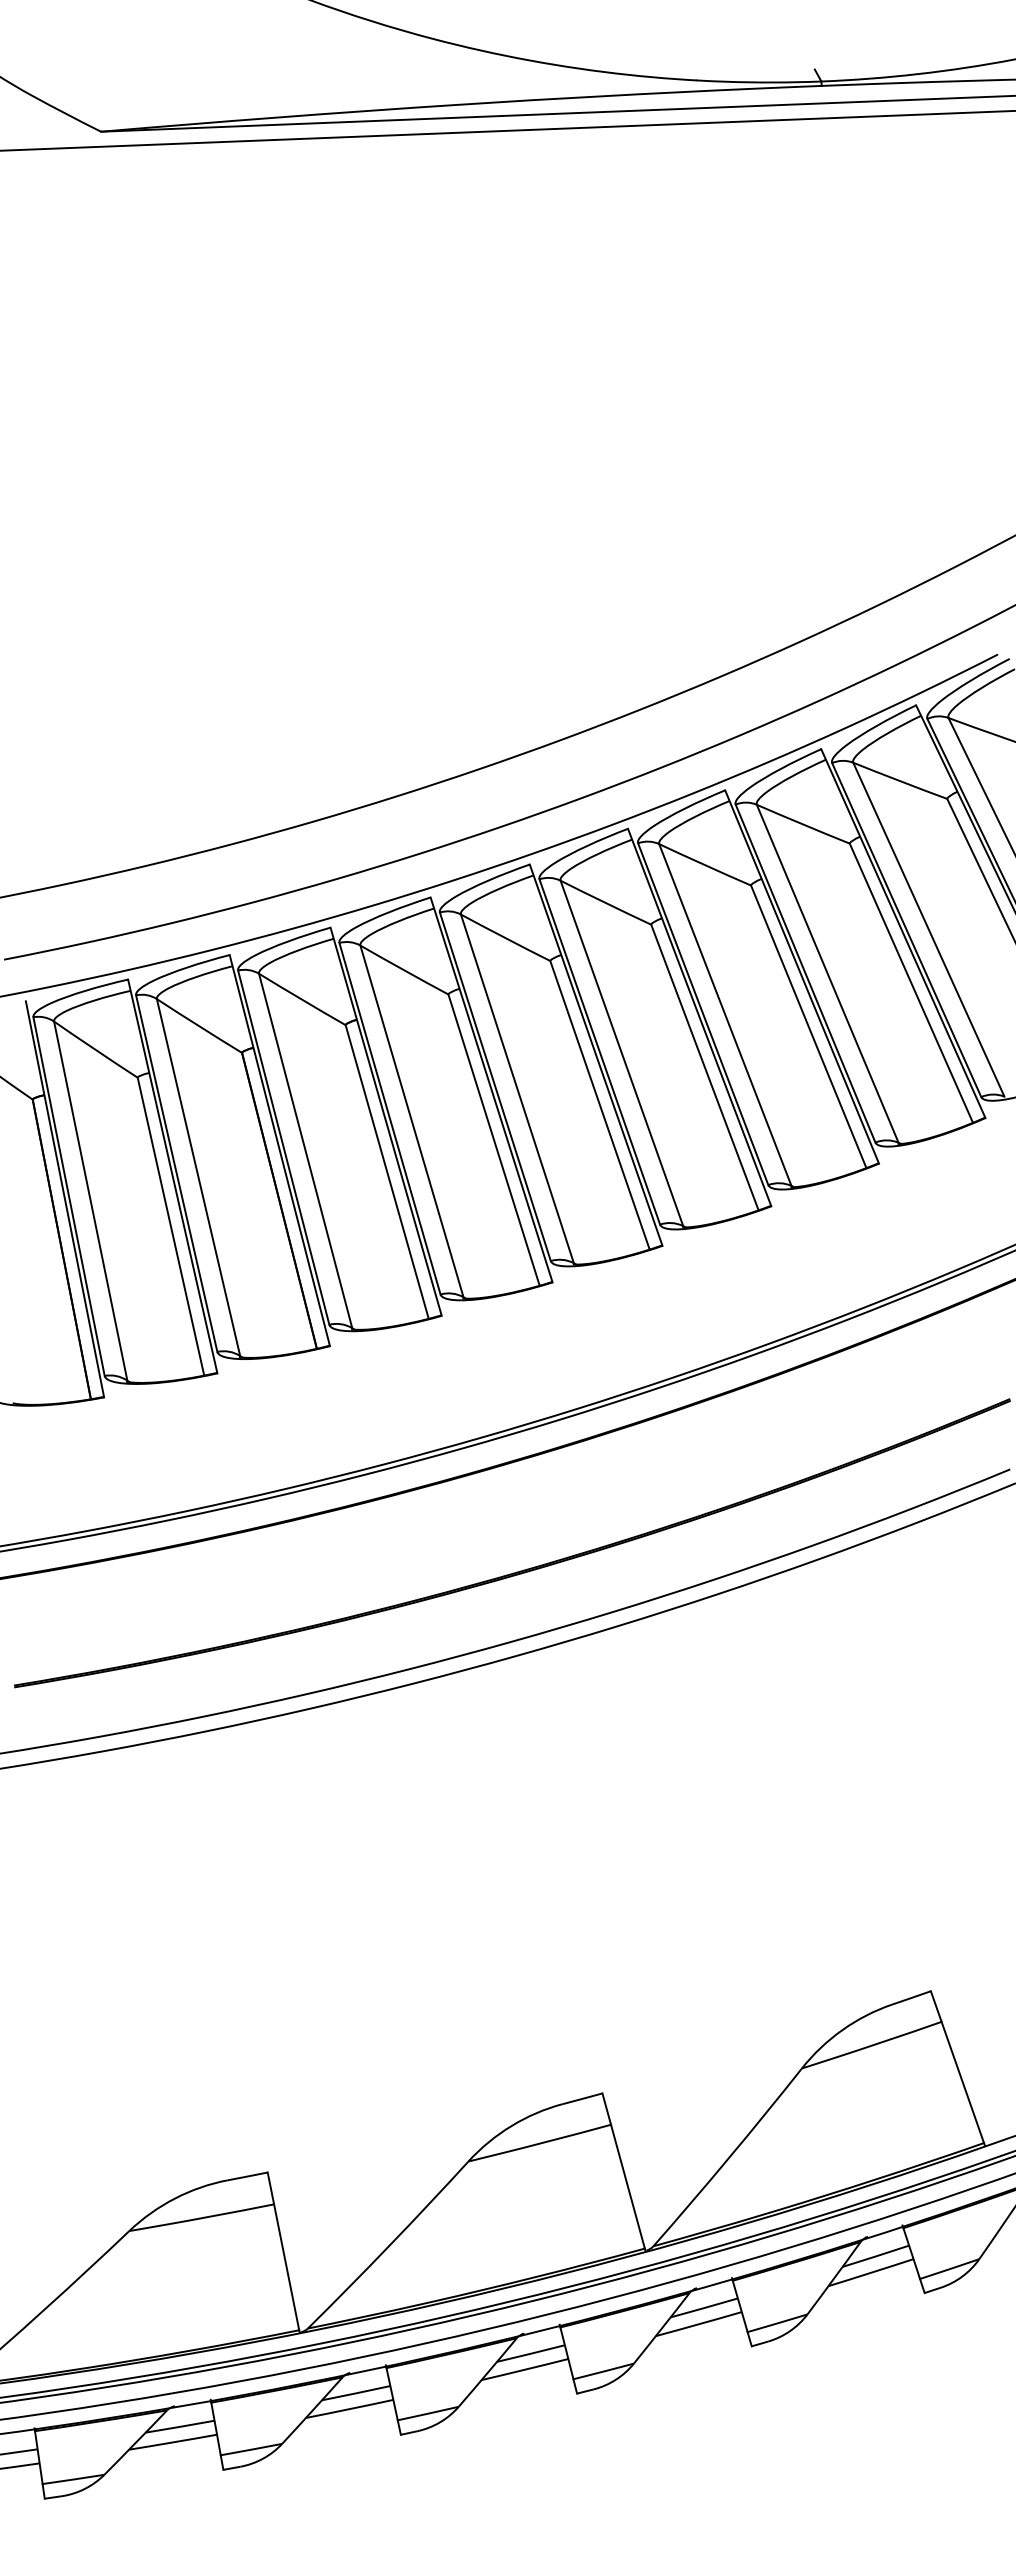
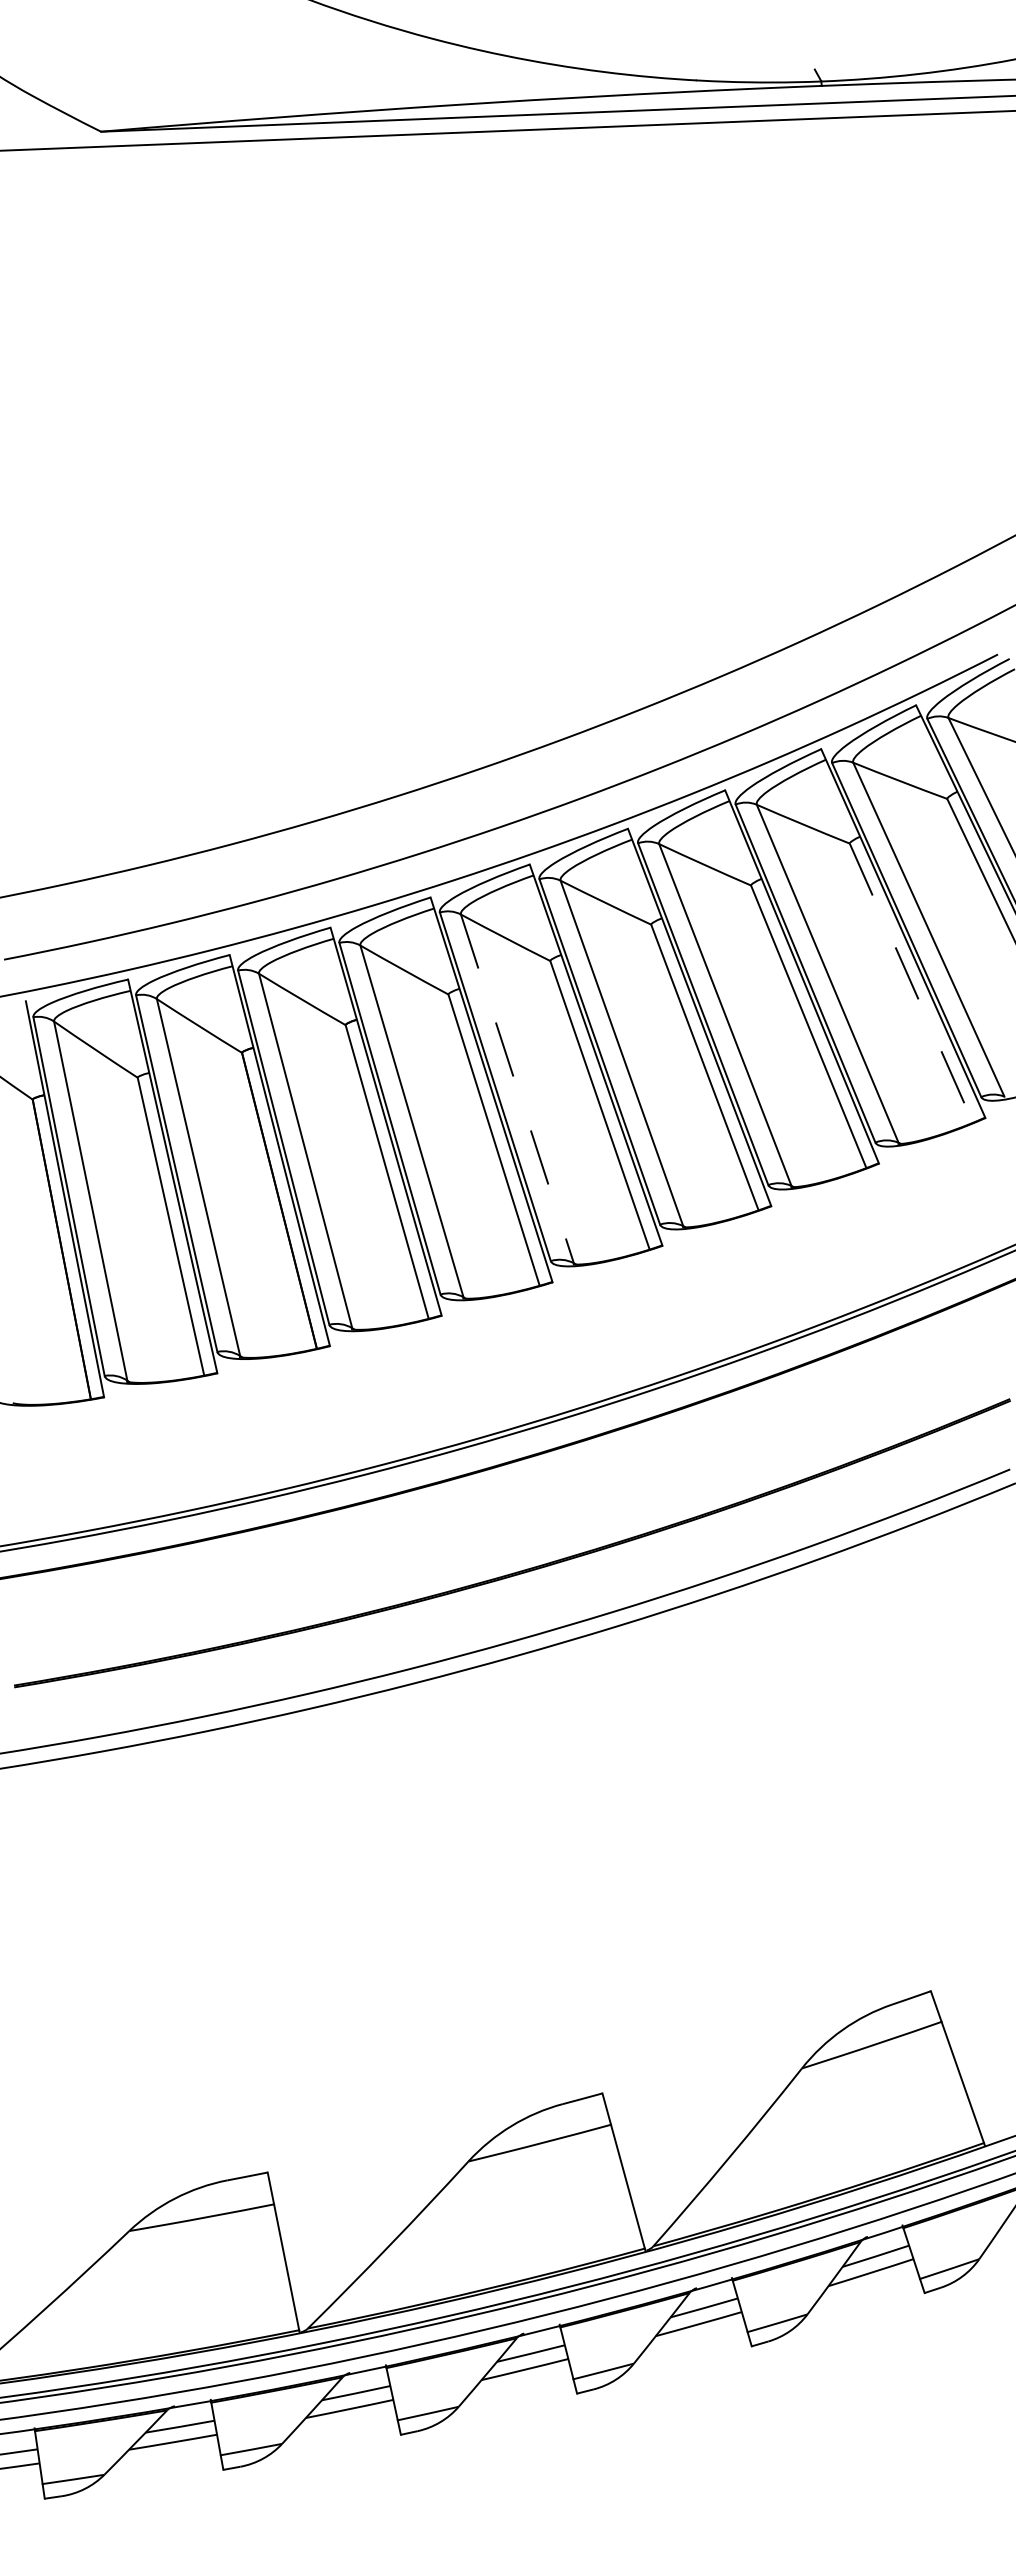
line at (911, 983): solid -> dashed
line at (517, 1089): solid -> dashed
